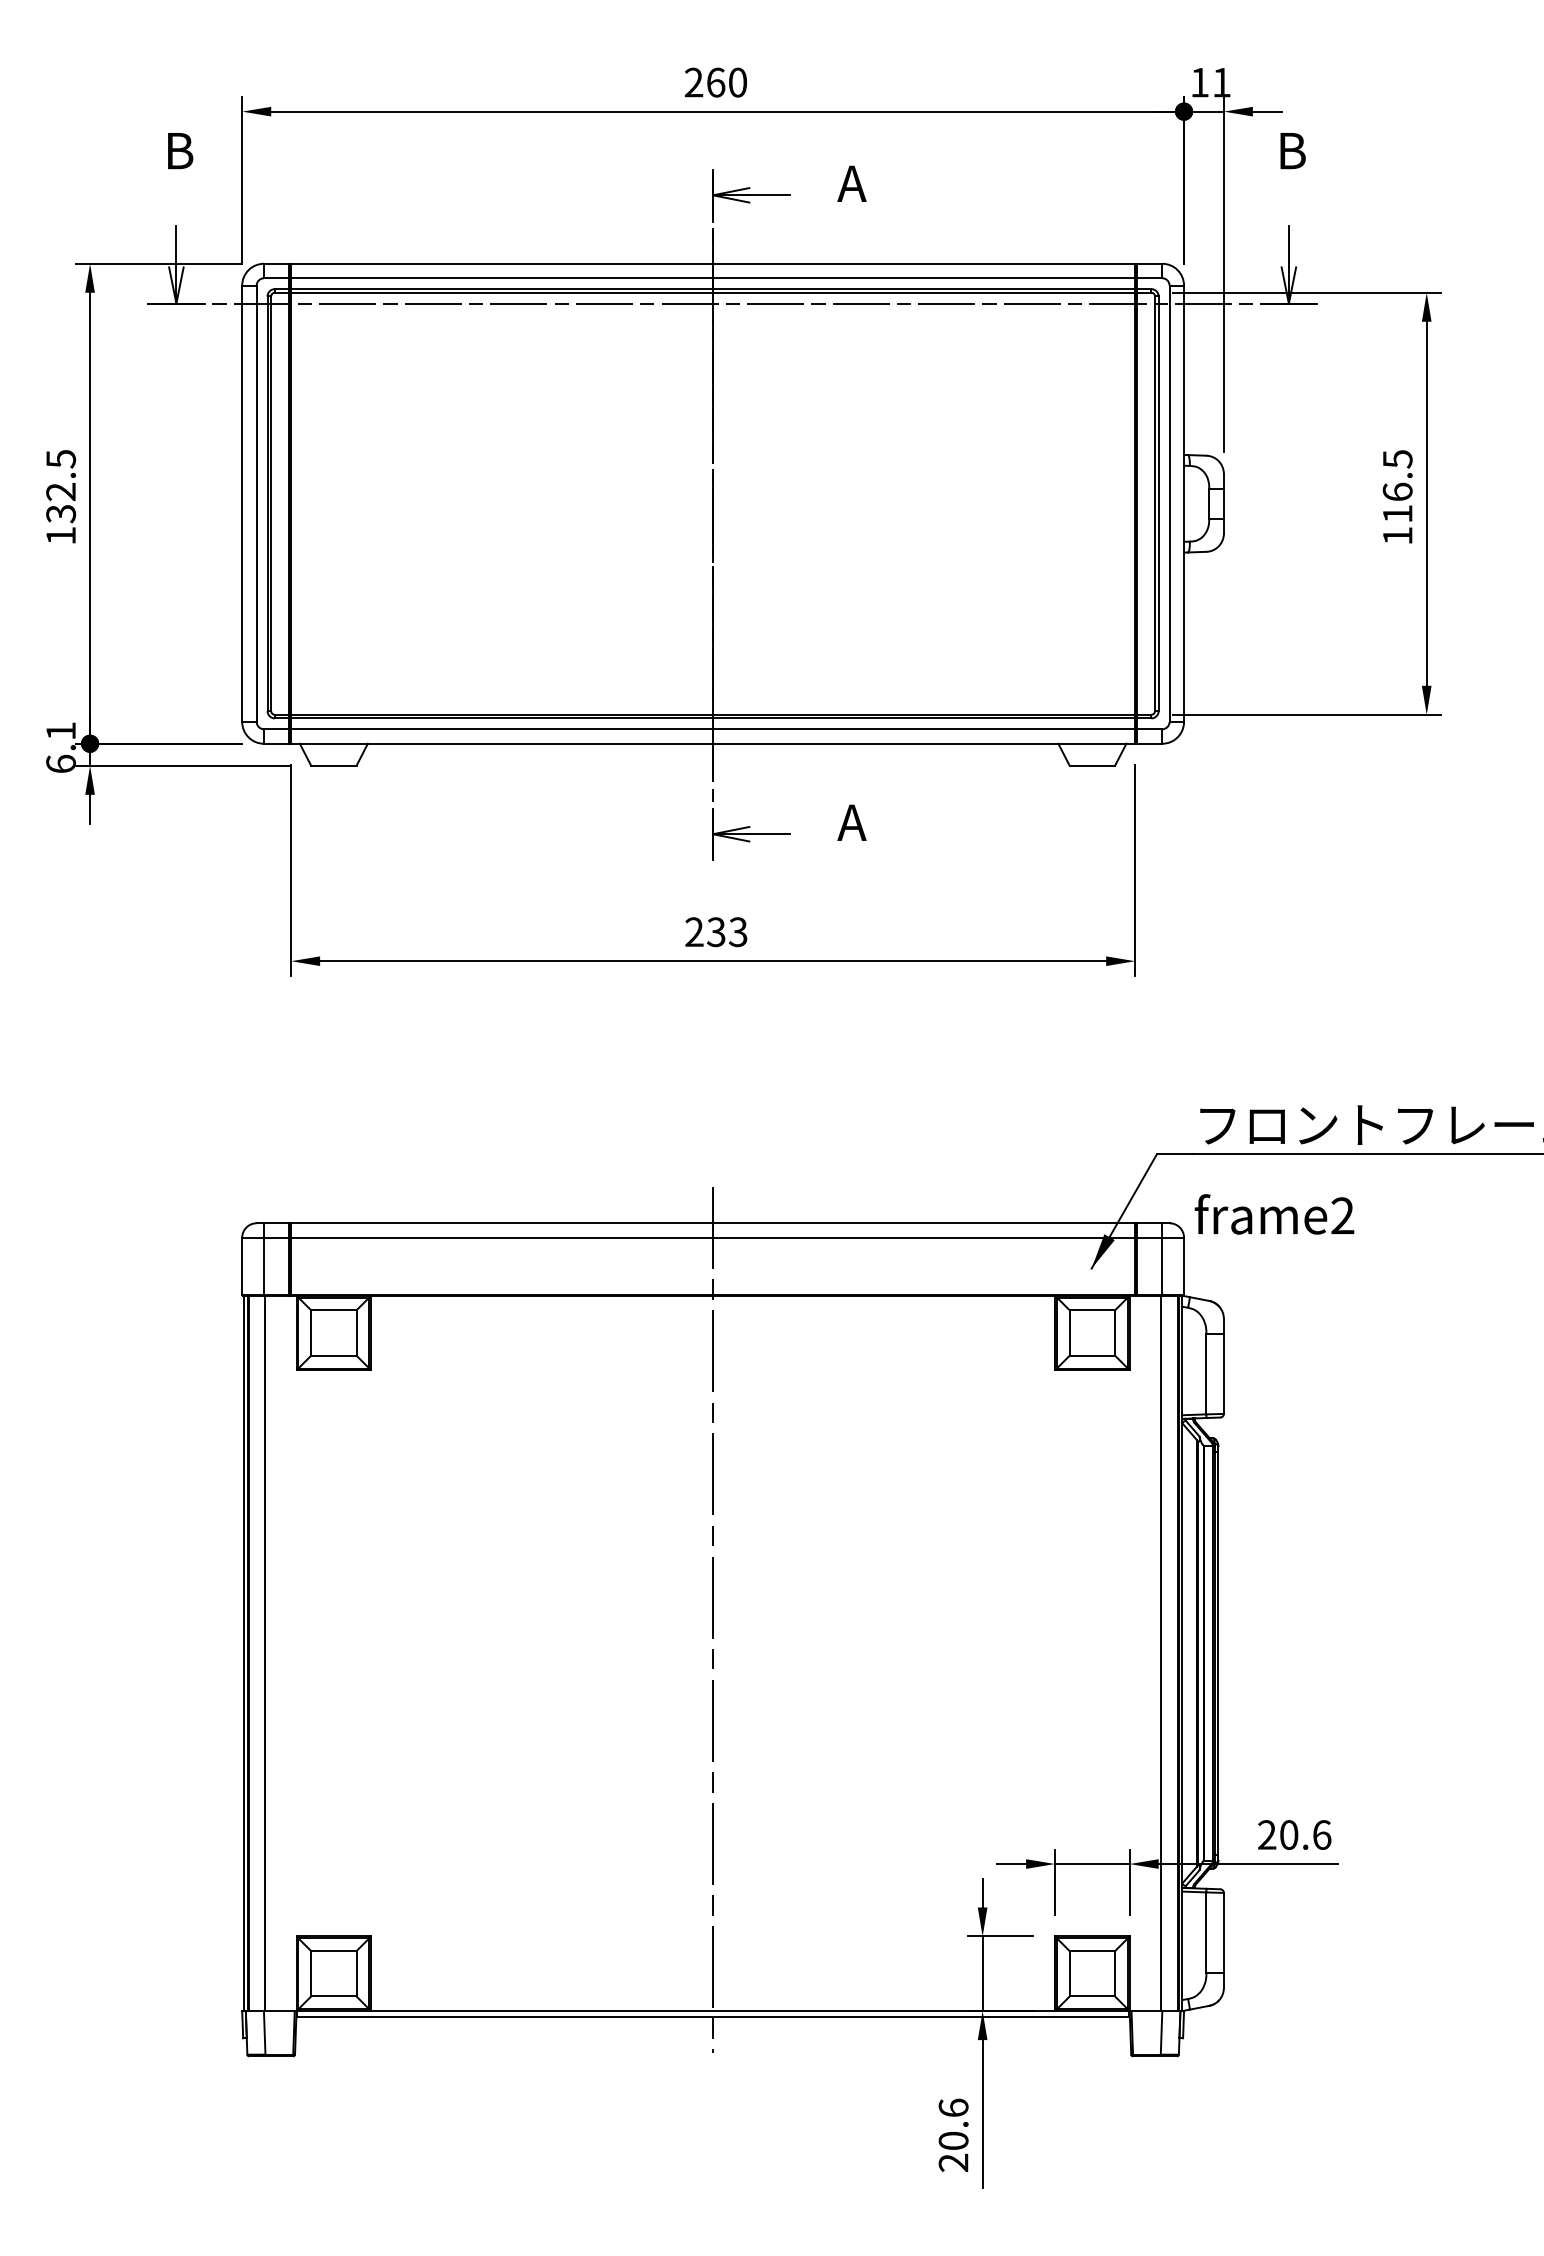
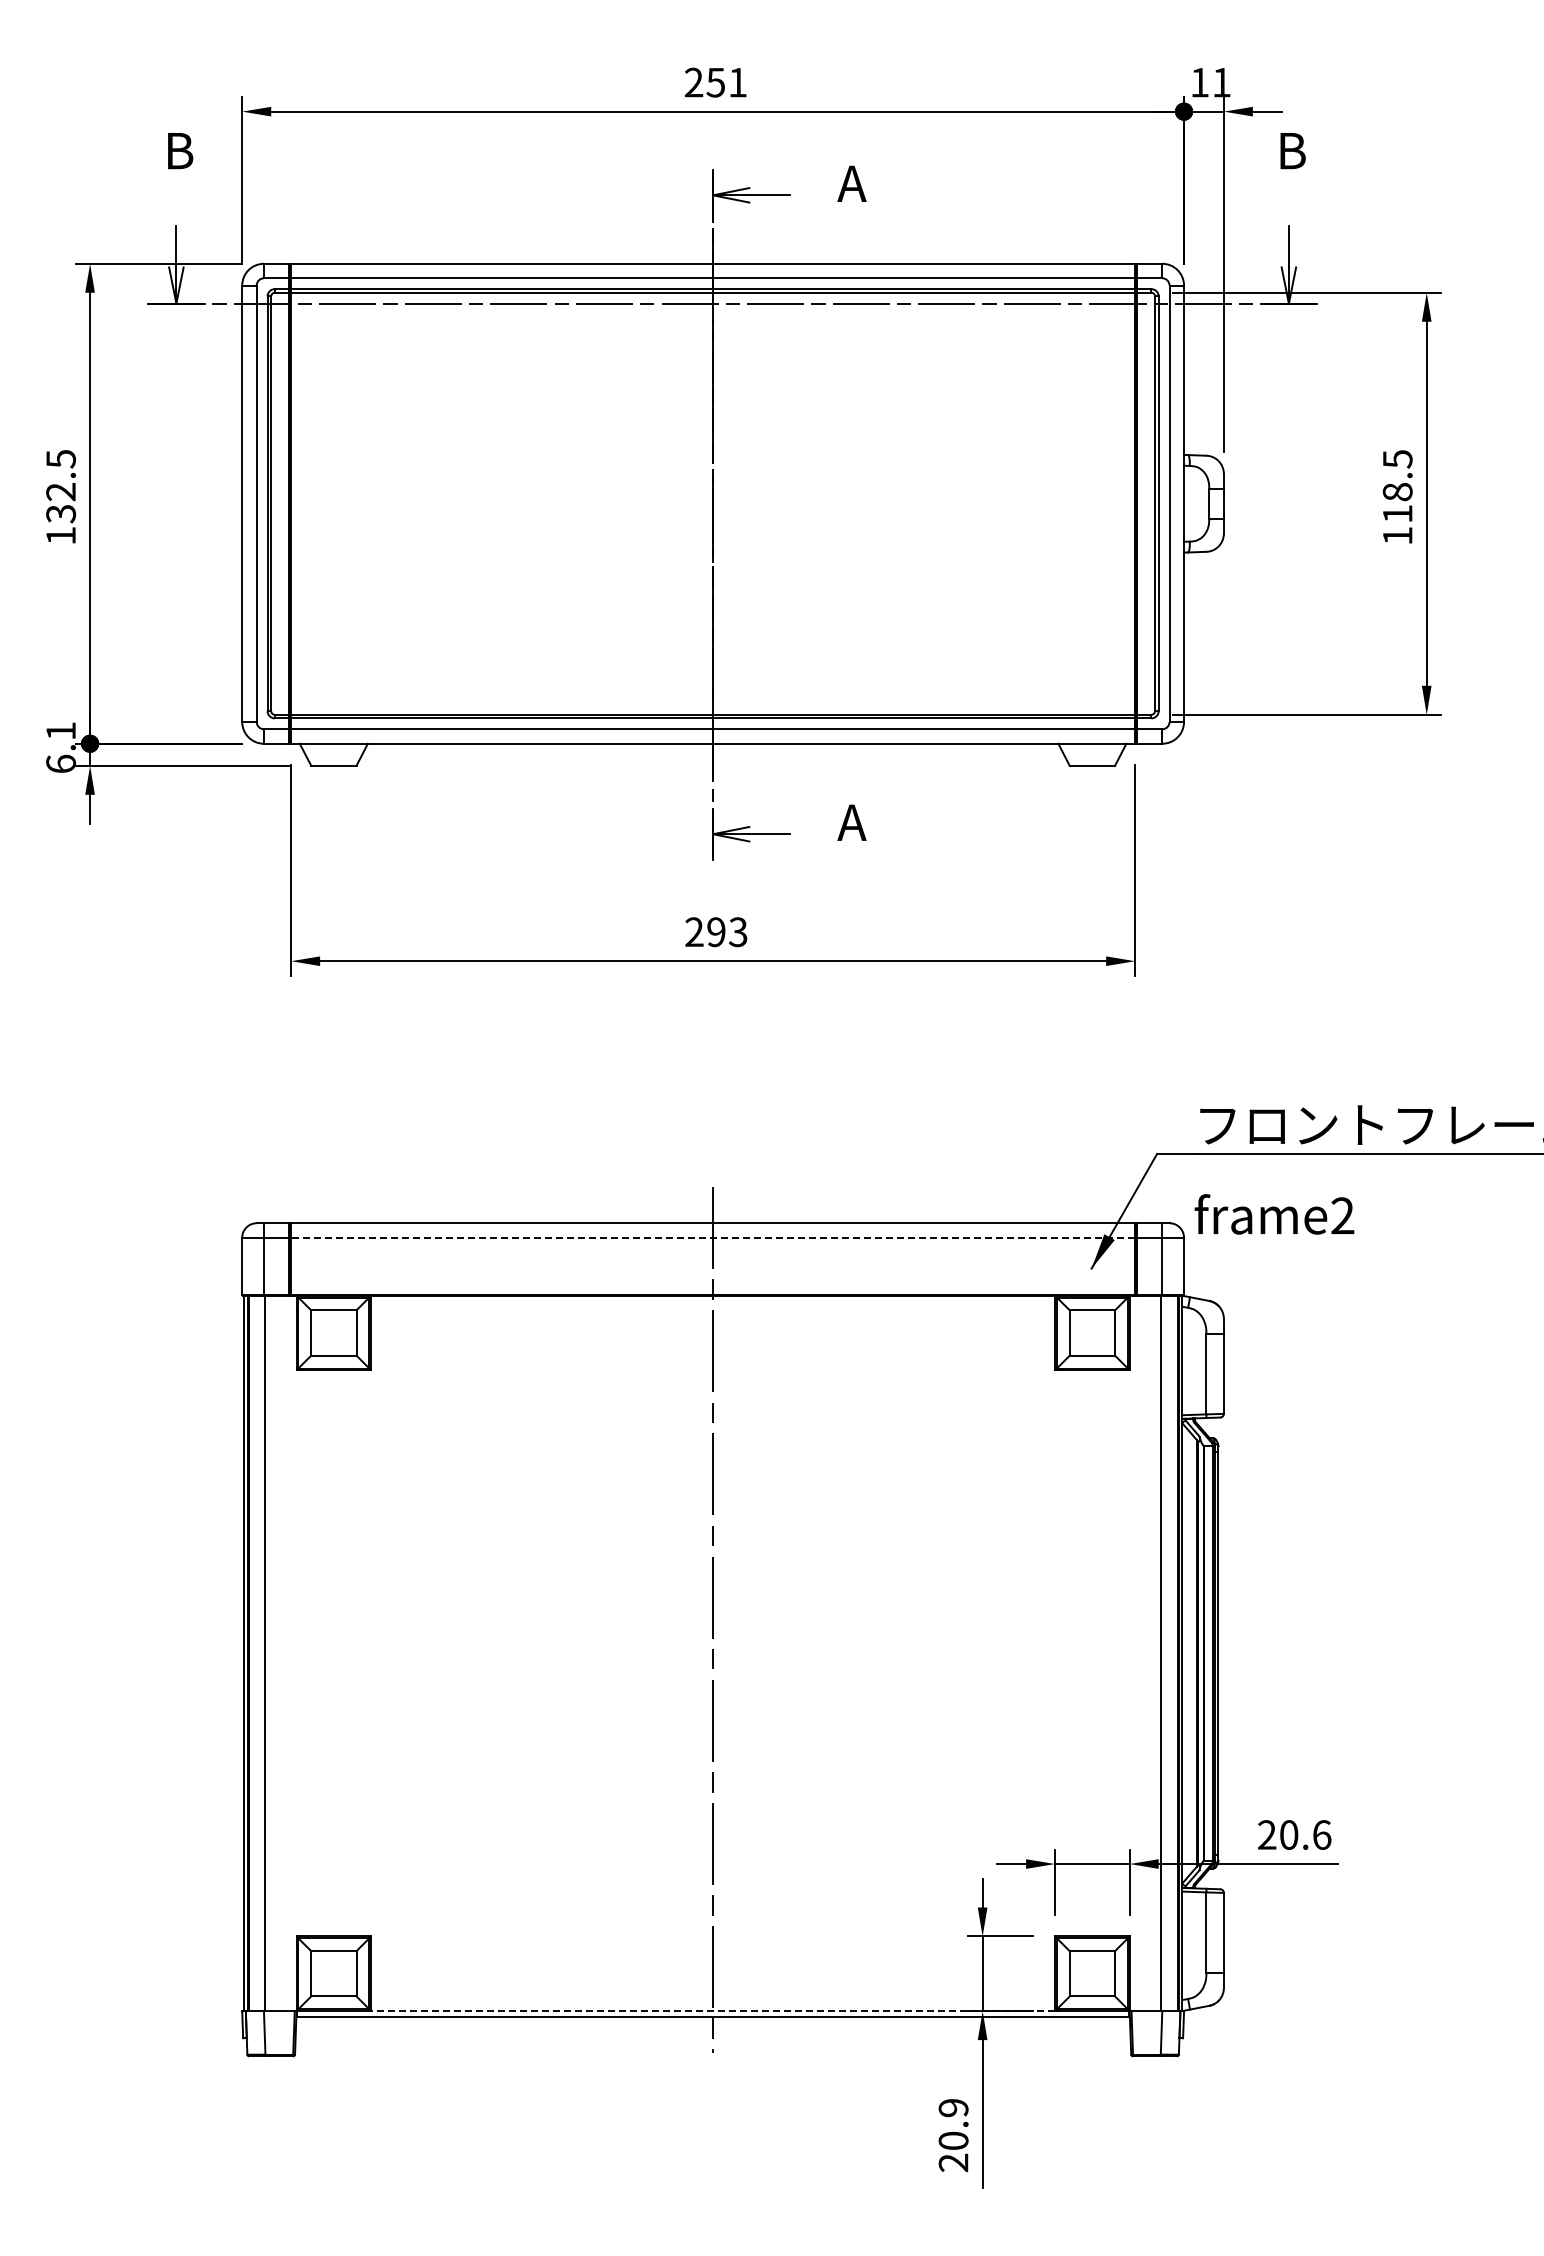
text at (726, 82): 260 -> 251
text at (1397, 491): 116.5 -> 118.5
text at (716, 932): 233 -> 293
line at (712, 1237): solid -> dashed
line at (713, 2011): solid -> dashed
text at (953, 2107): 20.6 -> 20.9
